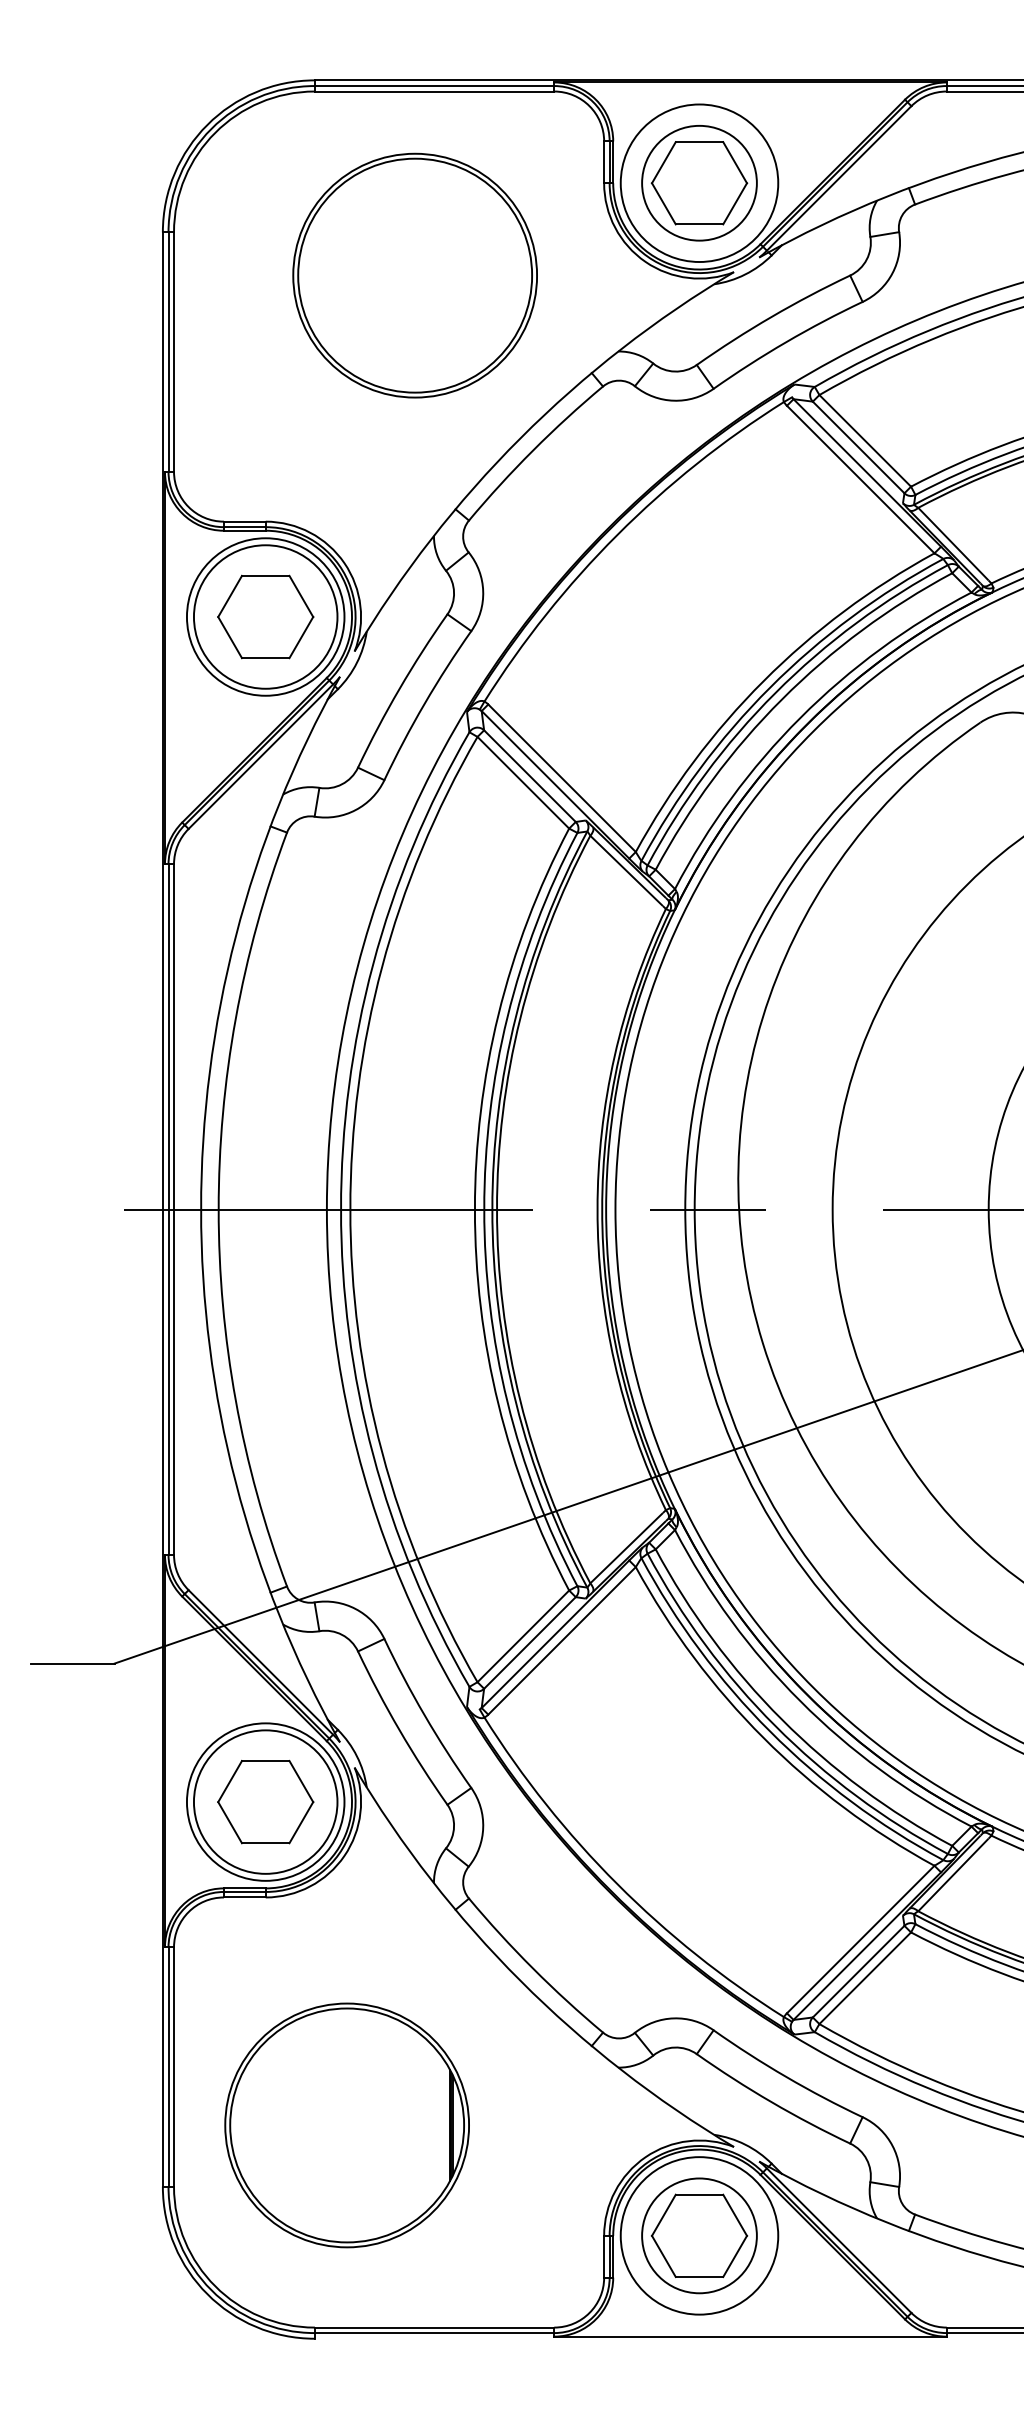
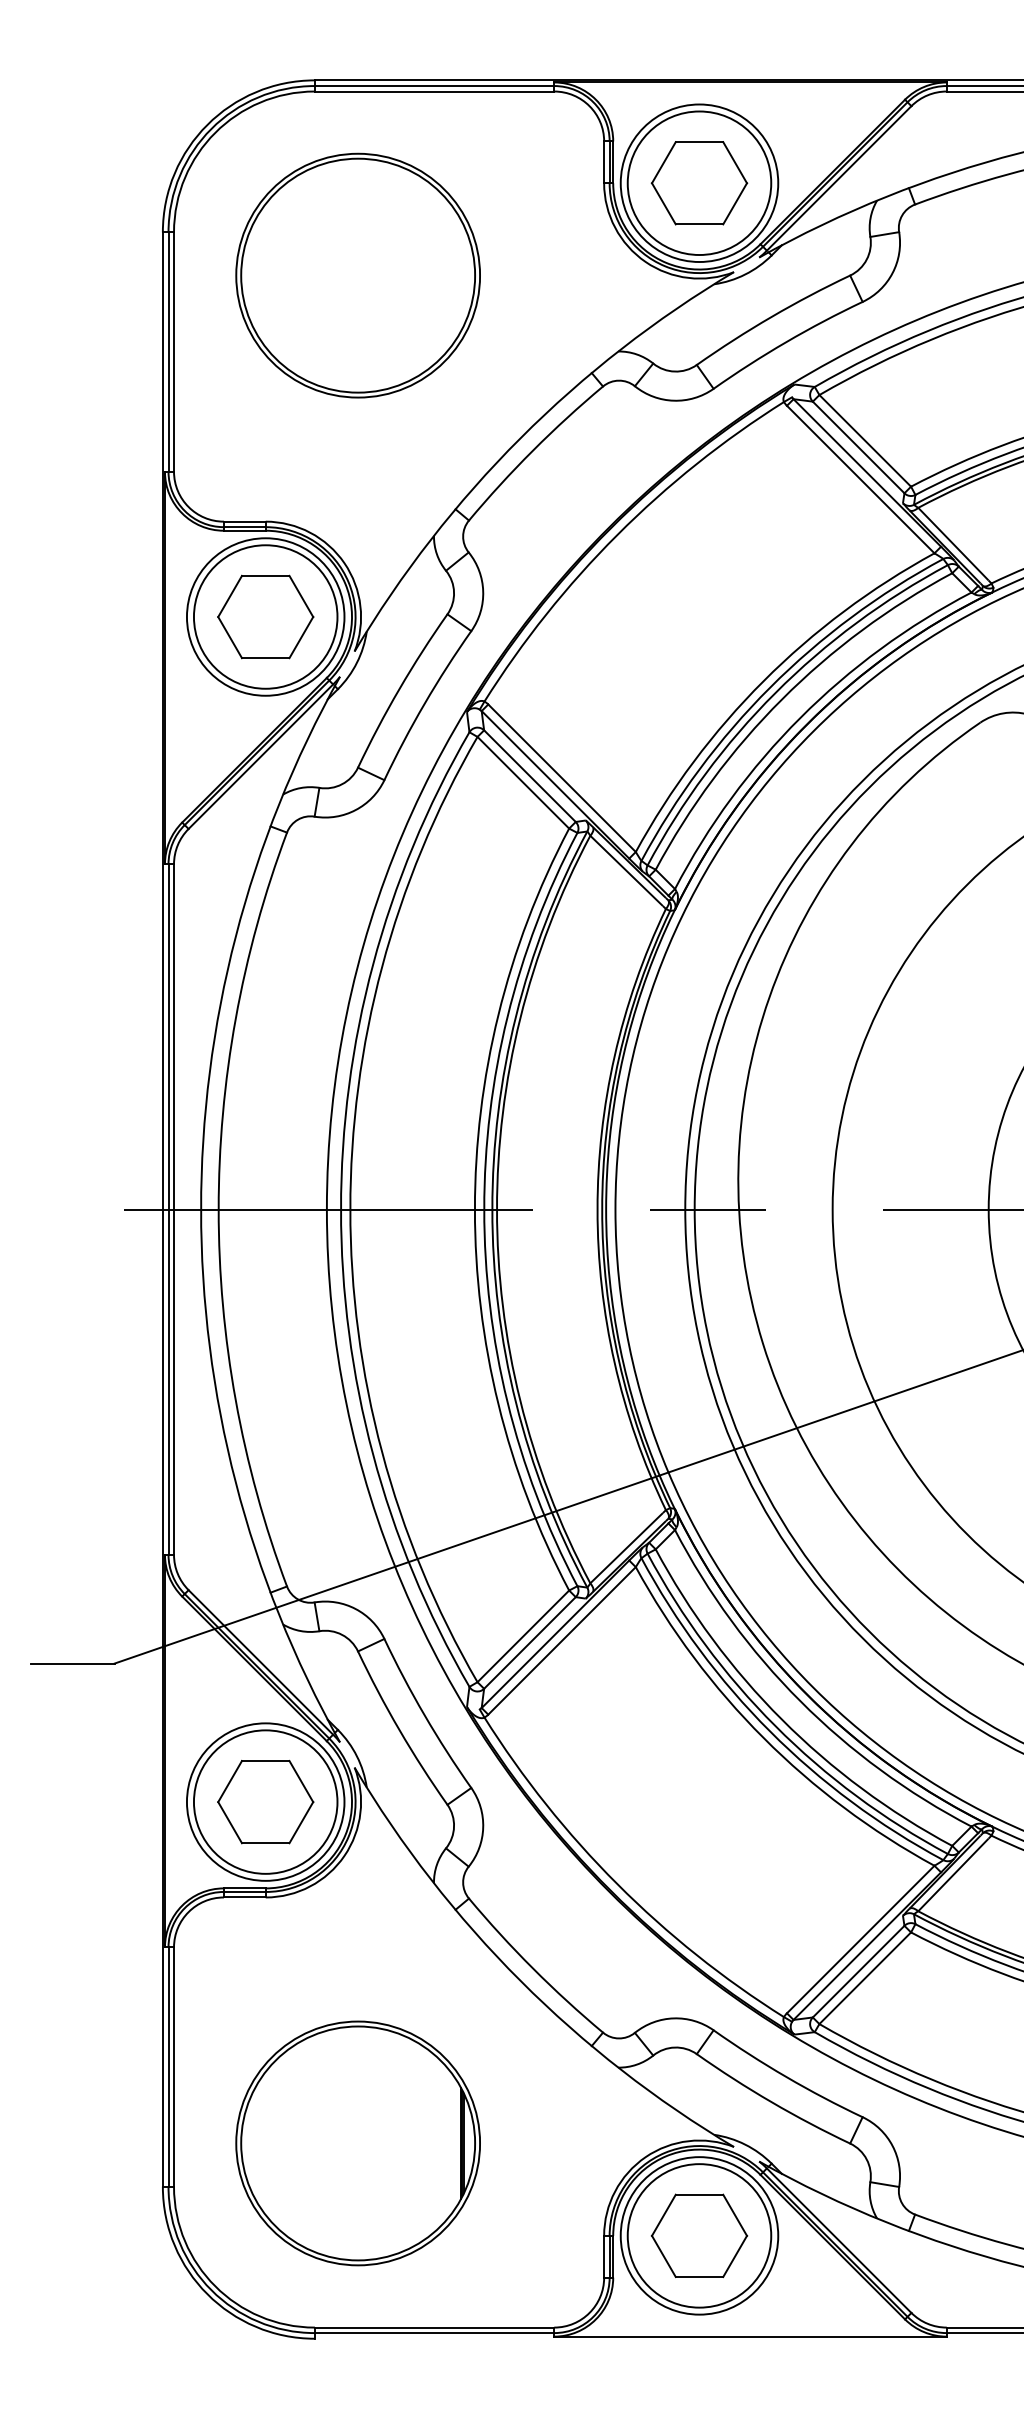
circle at (699, 182) diameter: 115 px -> 144 px
part at (414, 275) position: (414, 275) -> (357, 275)
part at (346, 2125) position: (346, 2125) -> (357, 2143)
circle at (699, 2235) diameter: 115 px -> 144 px
